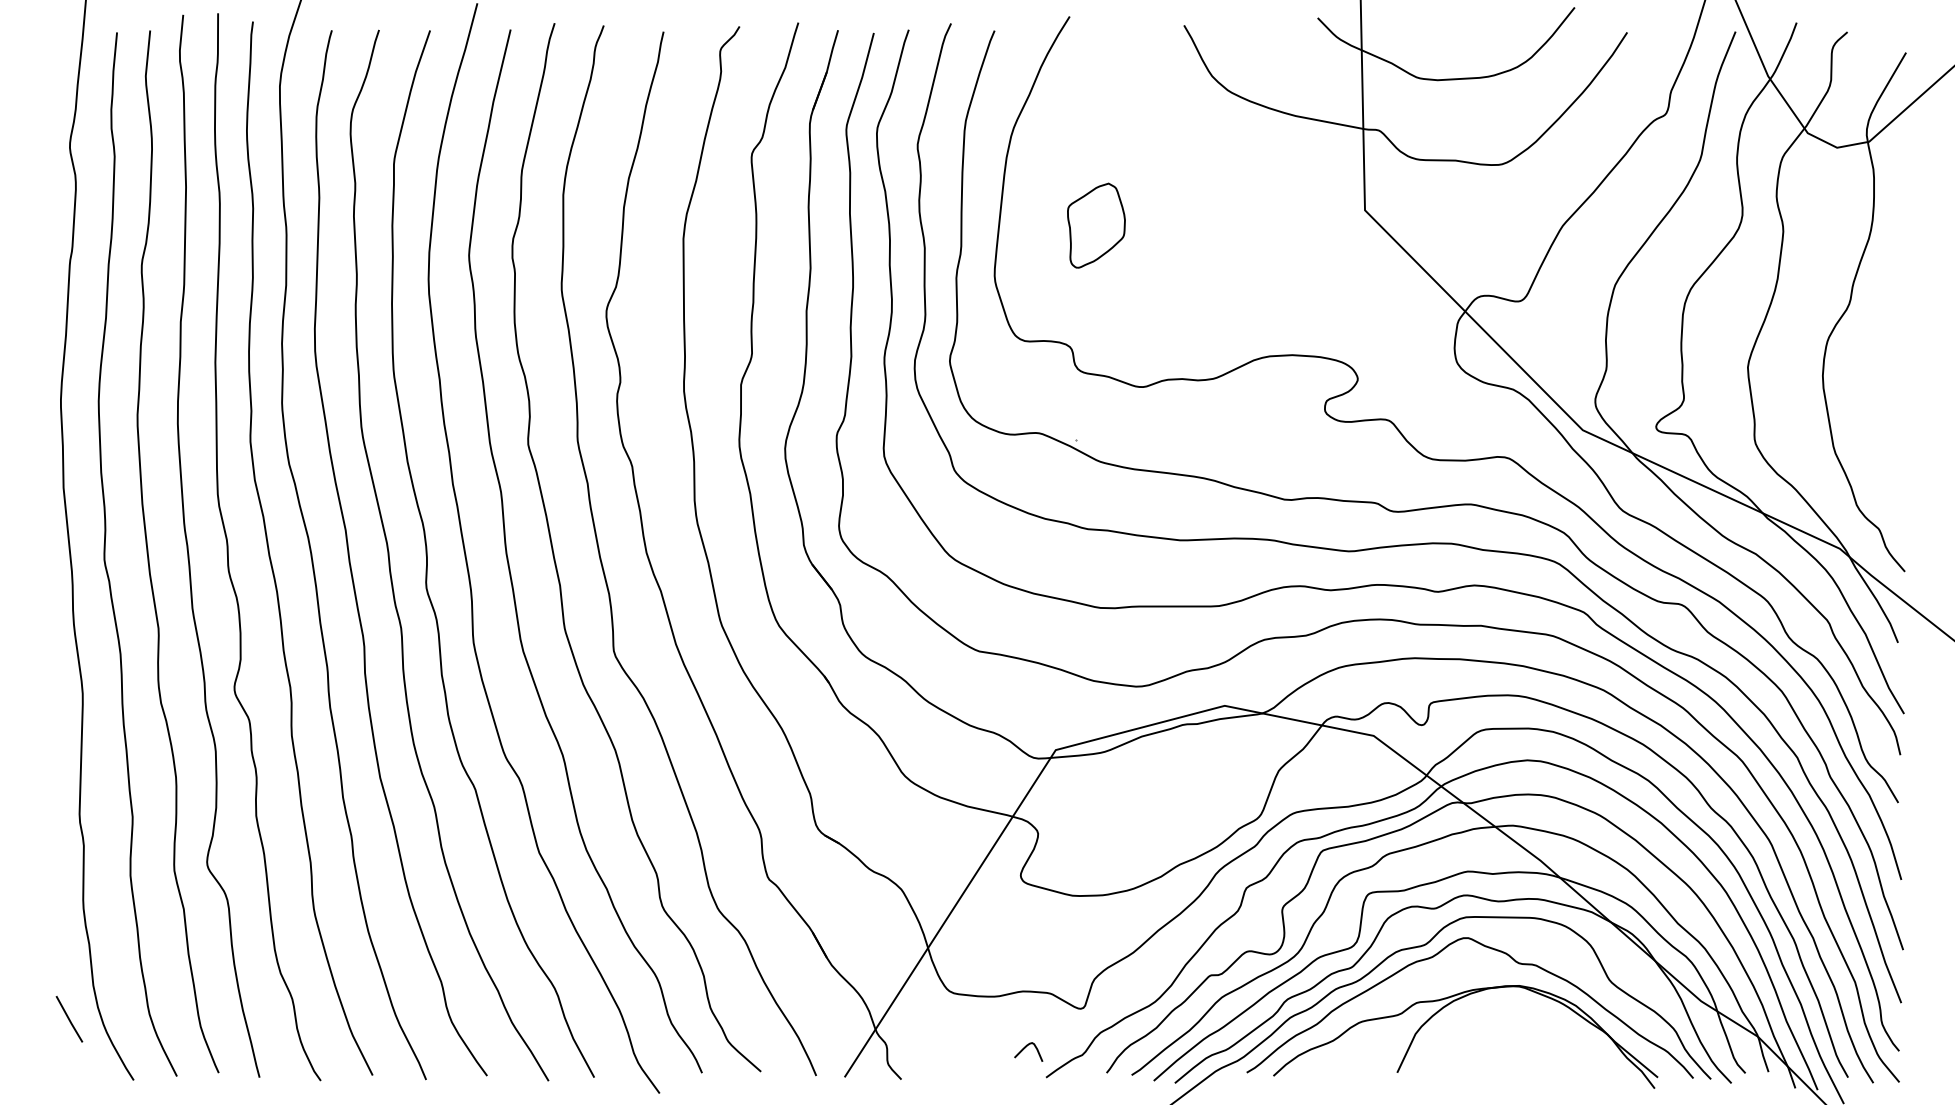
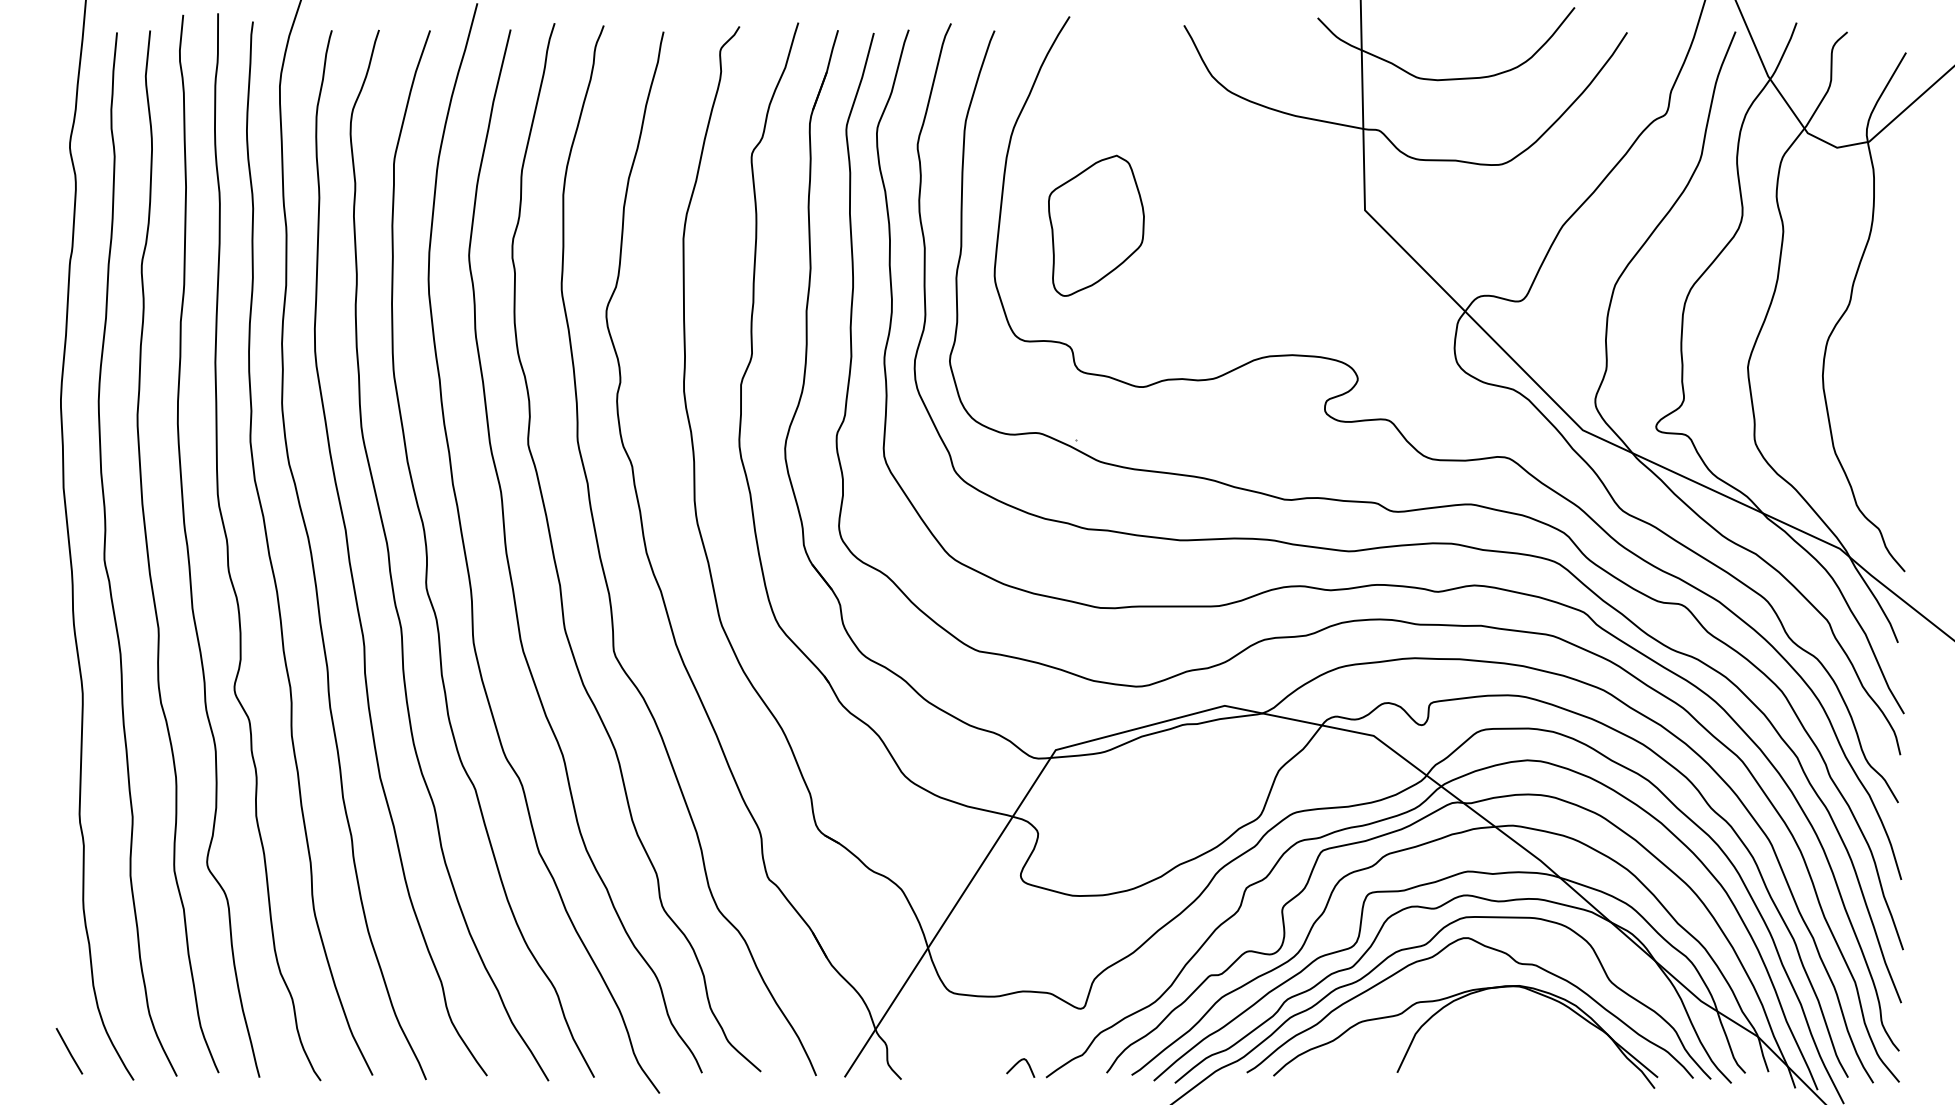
part at (1096, 225) size: 59x87 px -> 97x143 px
line at (69, 1019) position: (69, 1019) -> (69, 1051)
curve at (1025, 1048) position: (1025, 1048) -> (1017, 1064)
